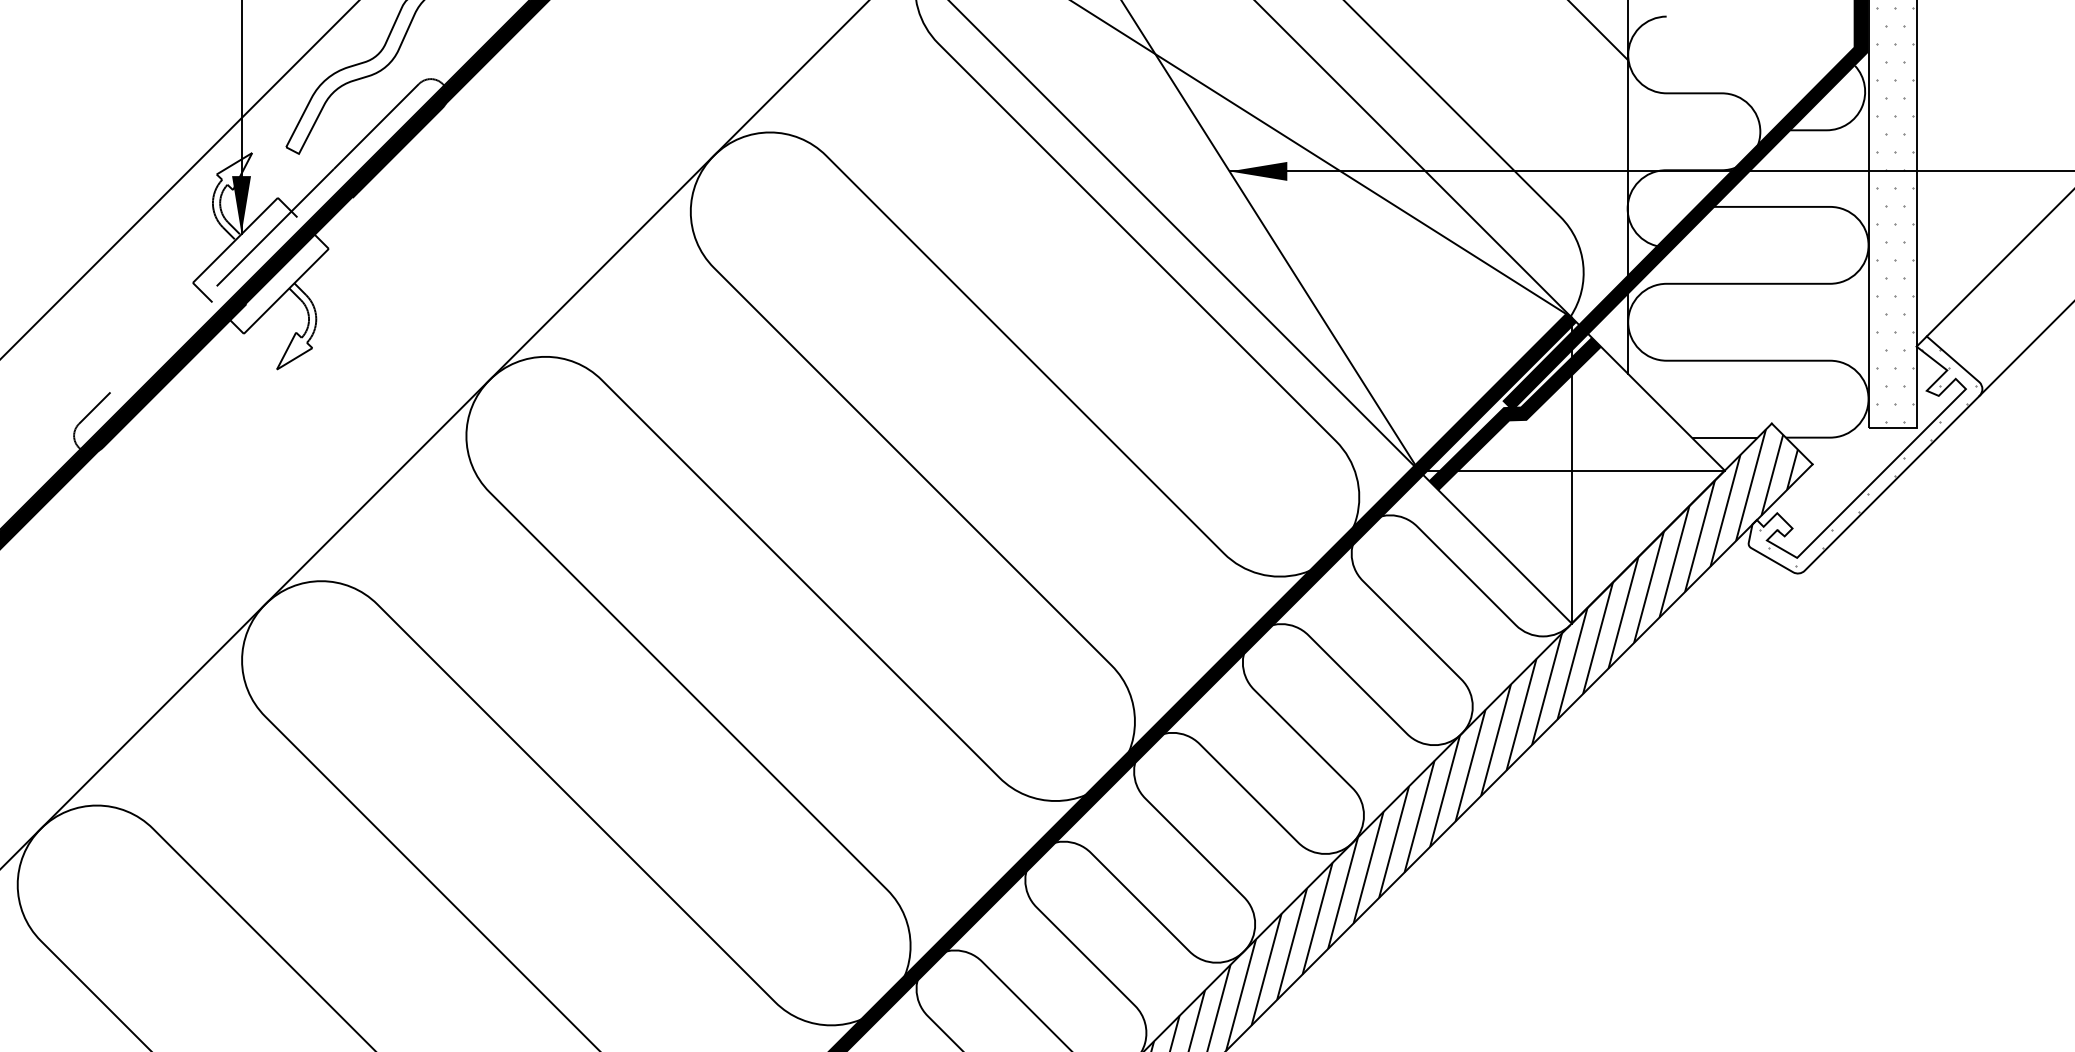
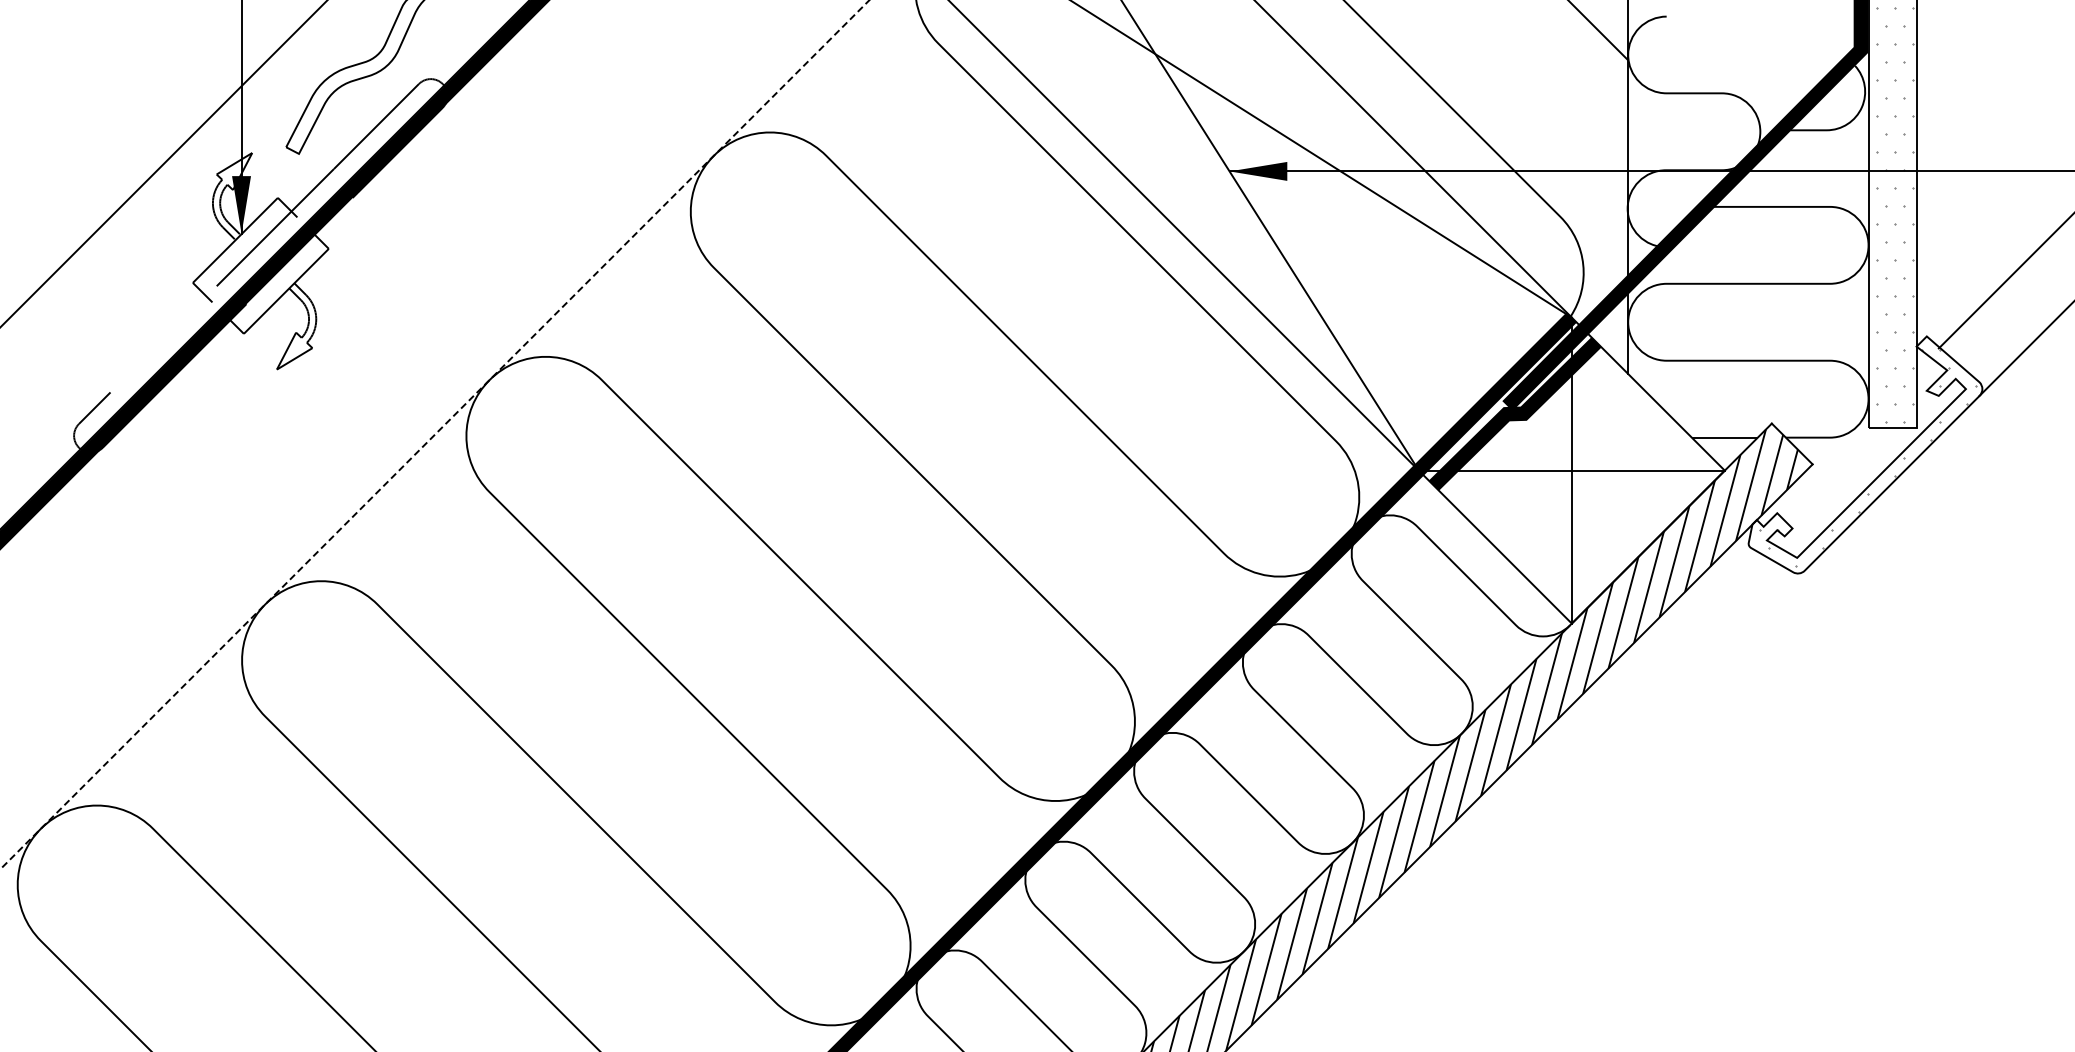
line at (179, 179) position: (179, 179) -> (163, 163)
line at (1998, 263) position: (1998, 263) -> (2004, 281)
line at (435, 434): solid -> dashed
